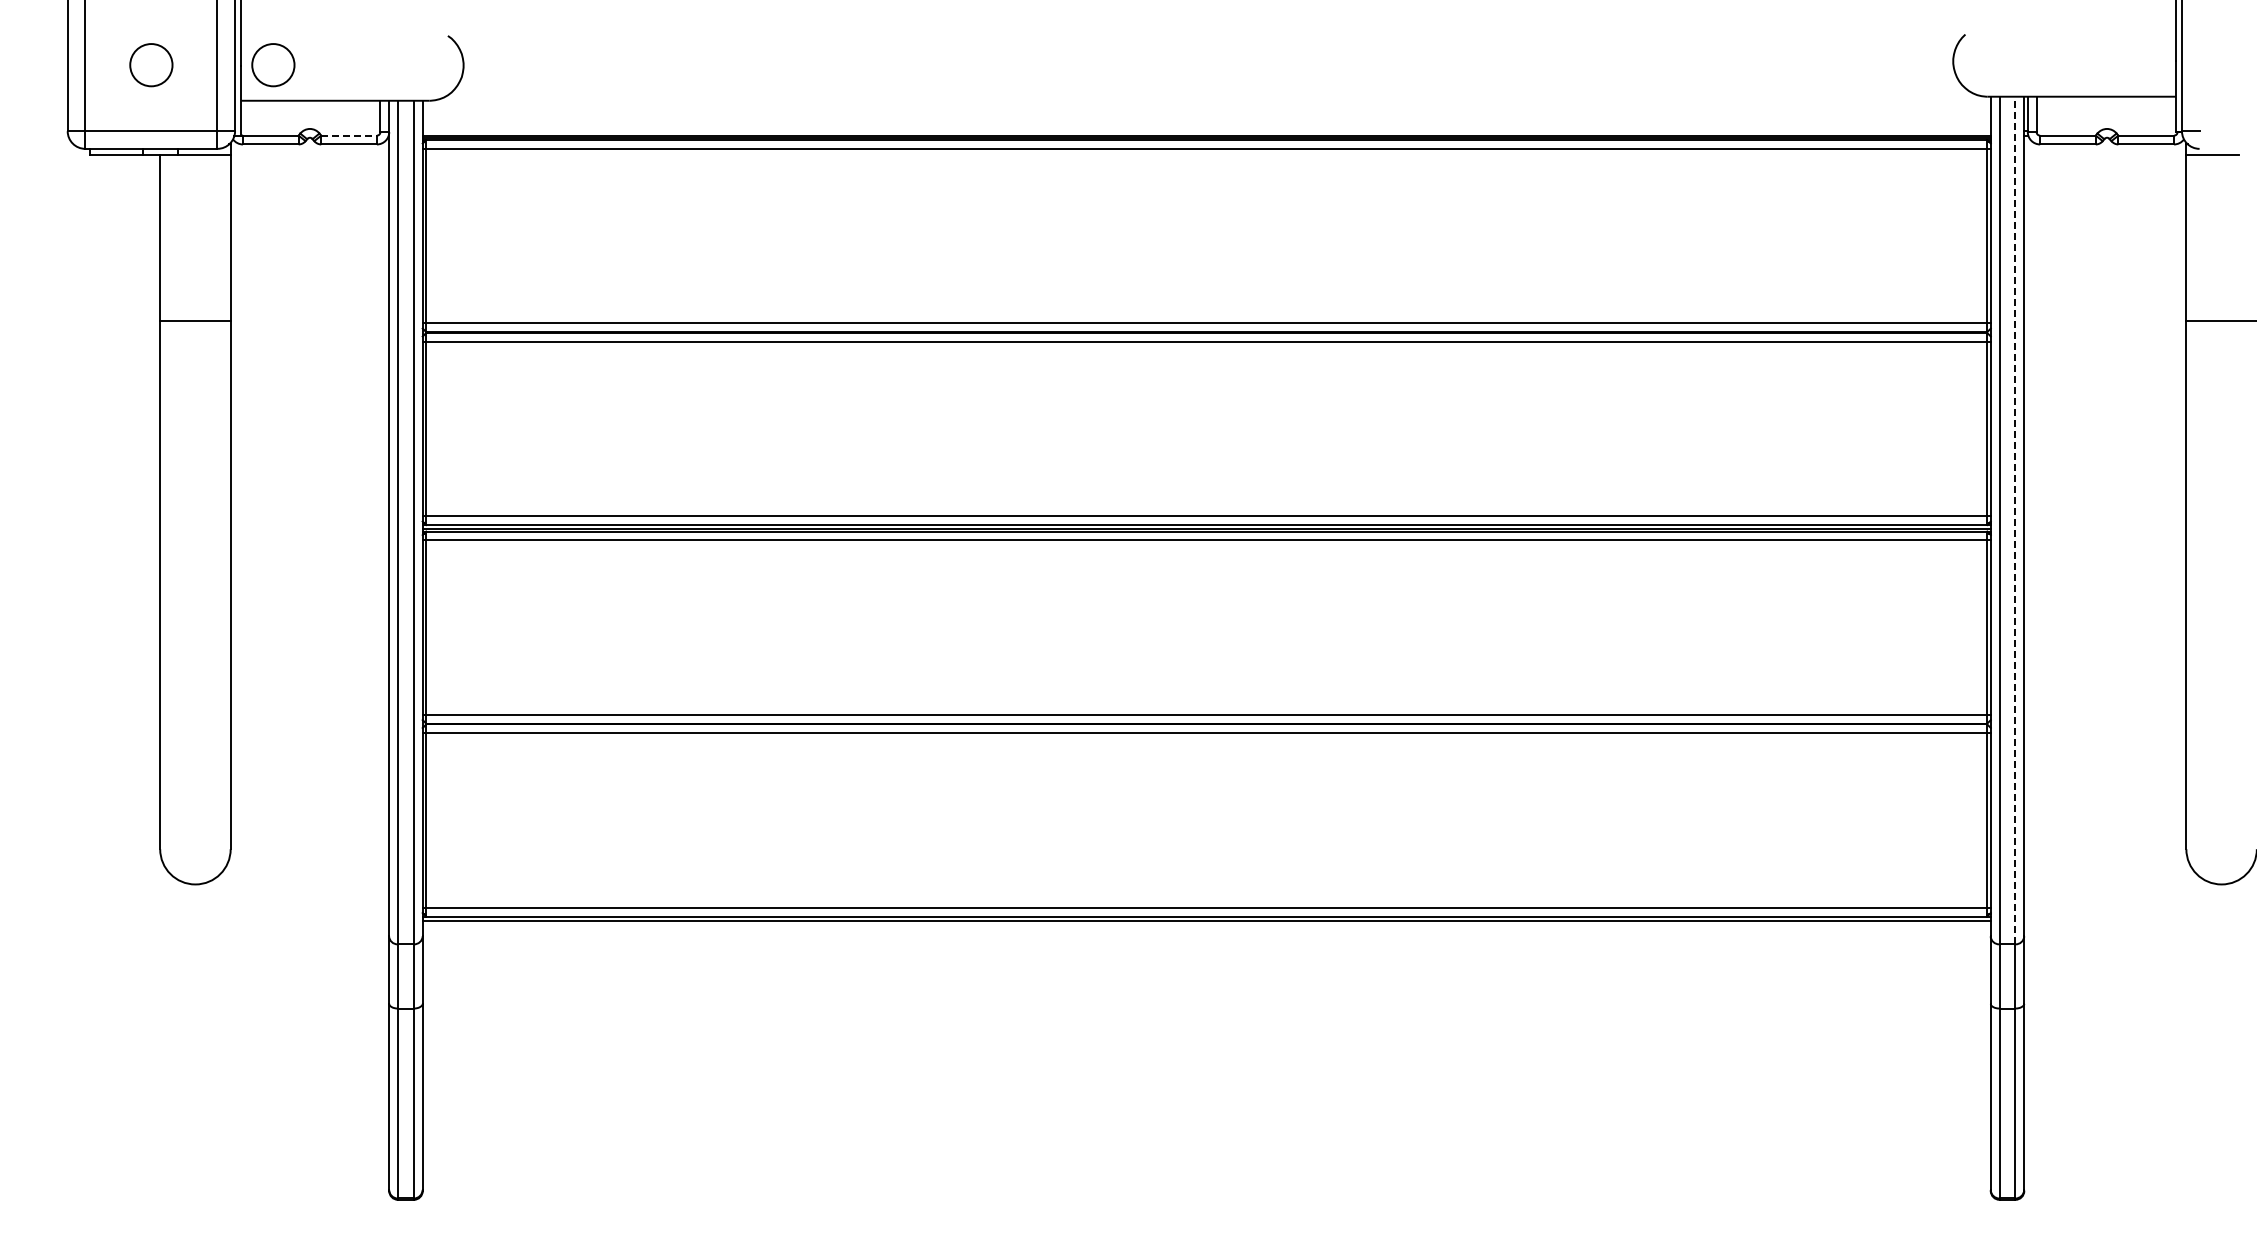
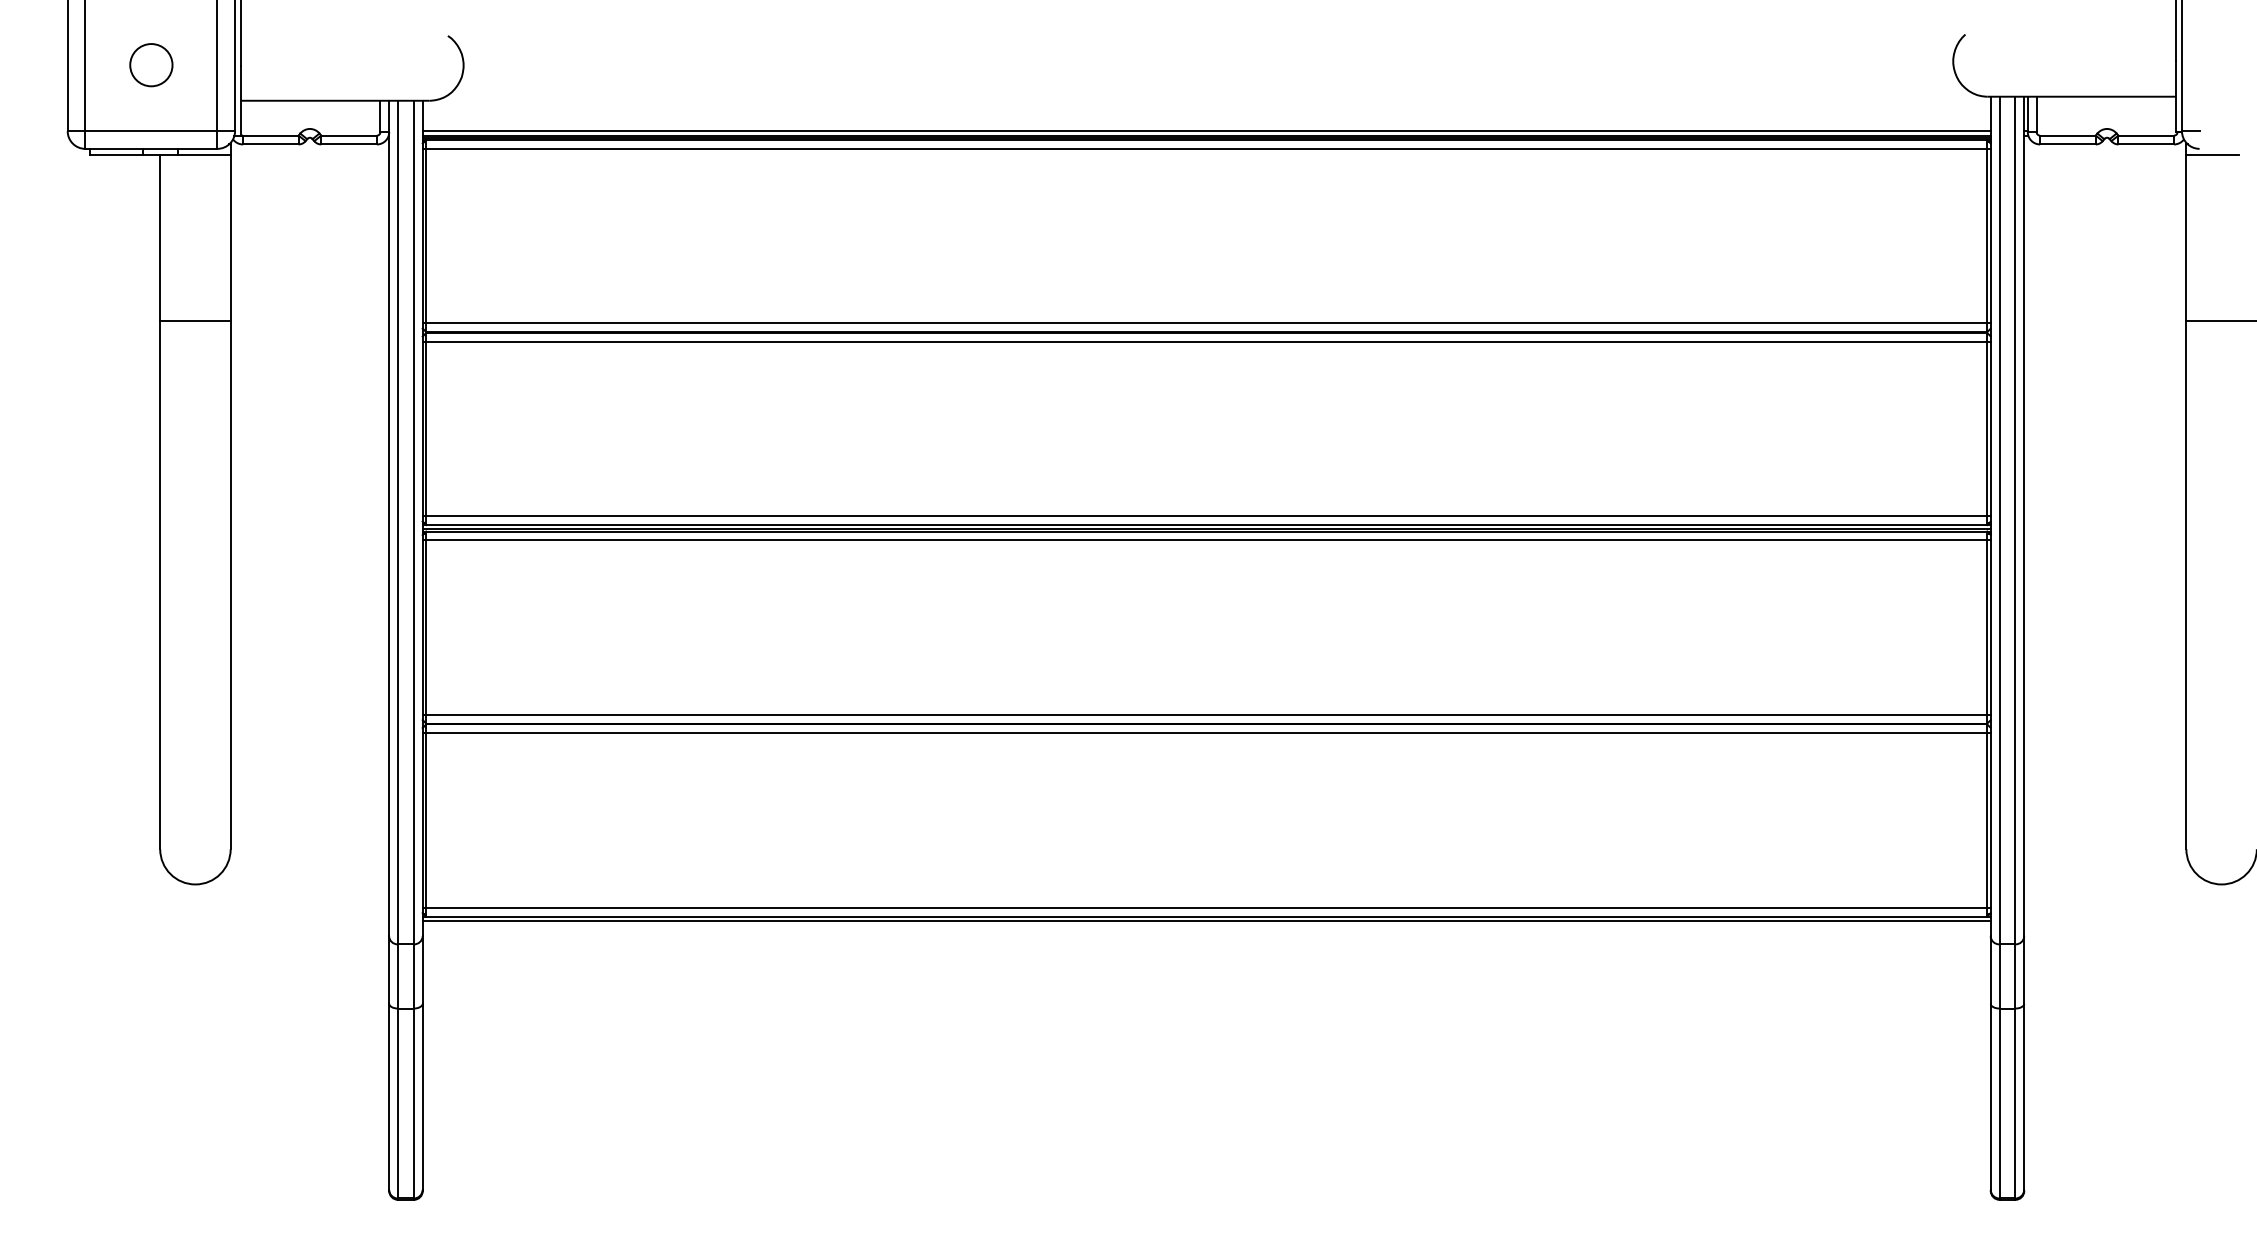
circle at (273, 65): present -> none
line at (1206, 131): none -> present
line at (349, 135): dashed -> solid
line at (2015, 520): dashed -> solid
